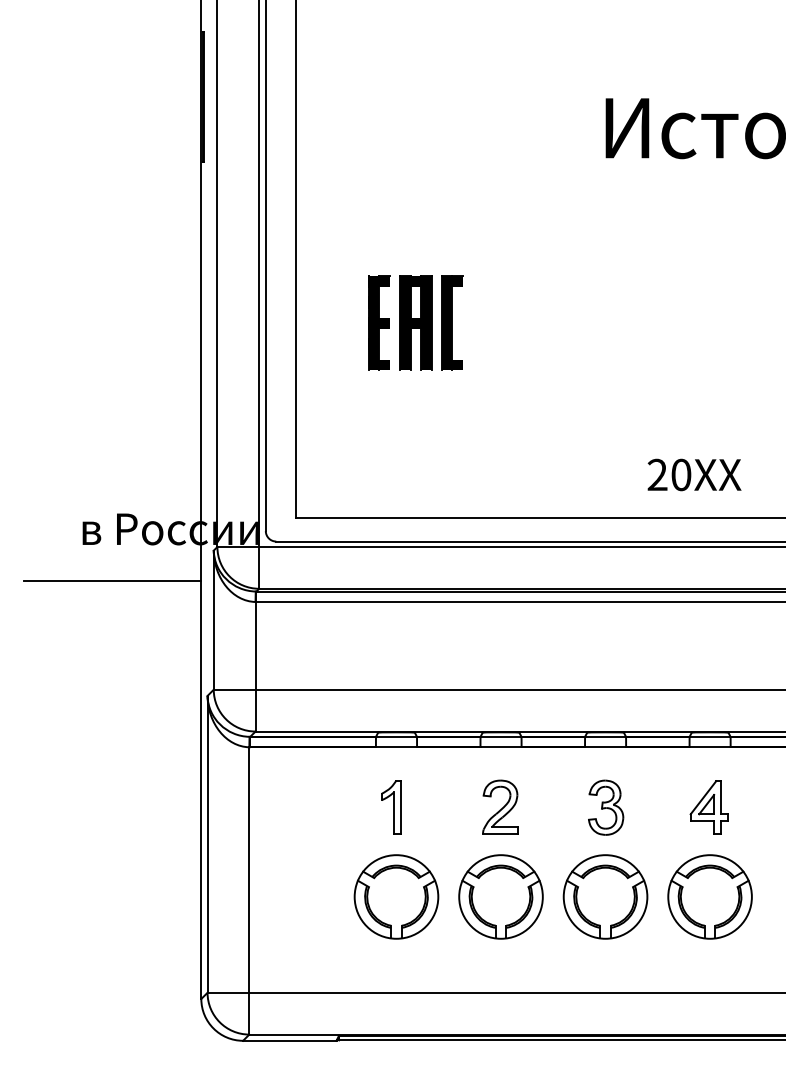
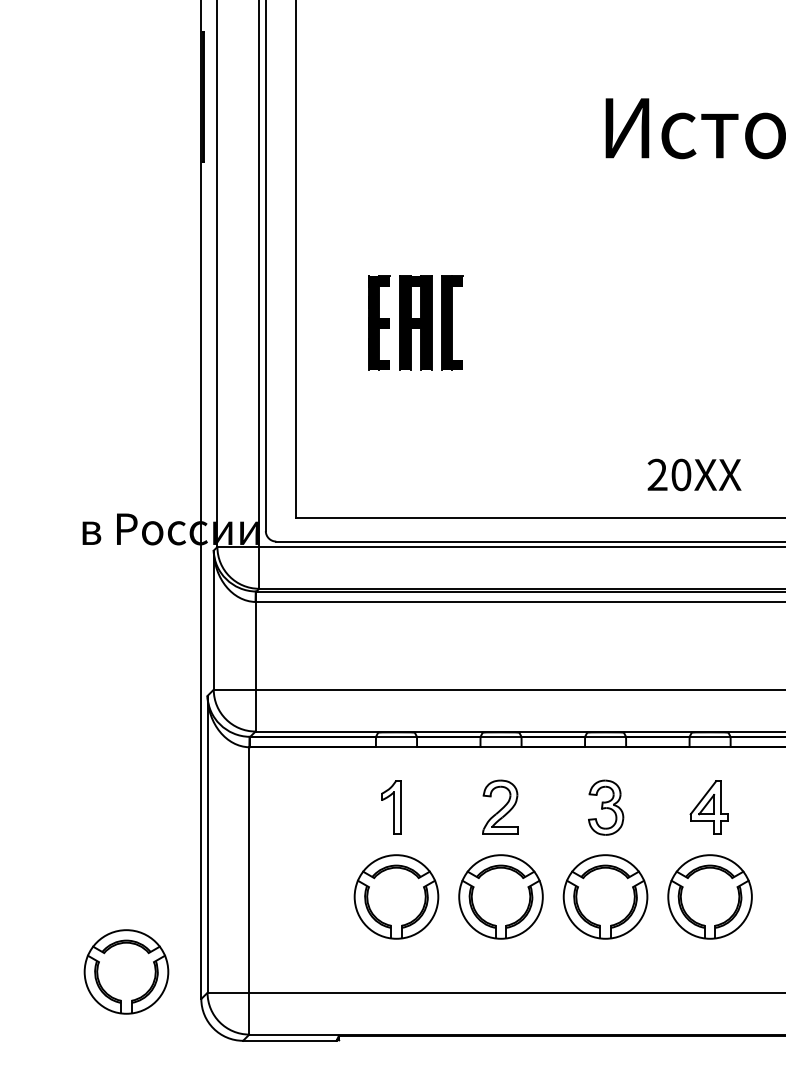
line at (112, 580): present -> none
part at (126, 971): none -> present
line at (560, 1040): present -> none
